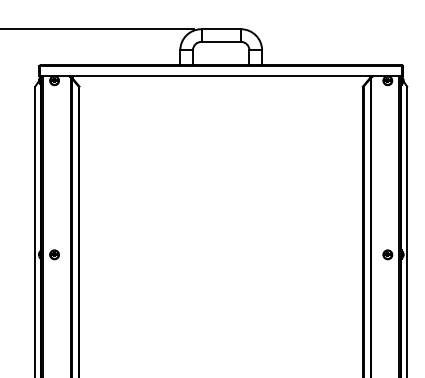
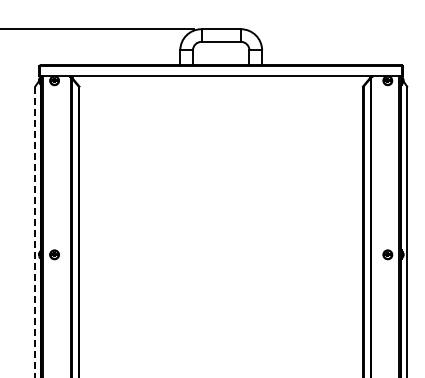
line at (35, 232): solid -> dashed
